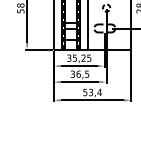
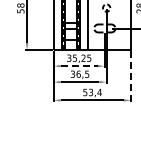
line at (79, 66): solid -> dashed
line at (131, 77): solid -> dashed
